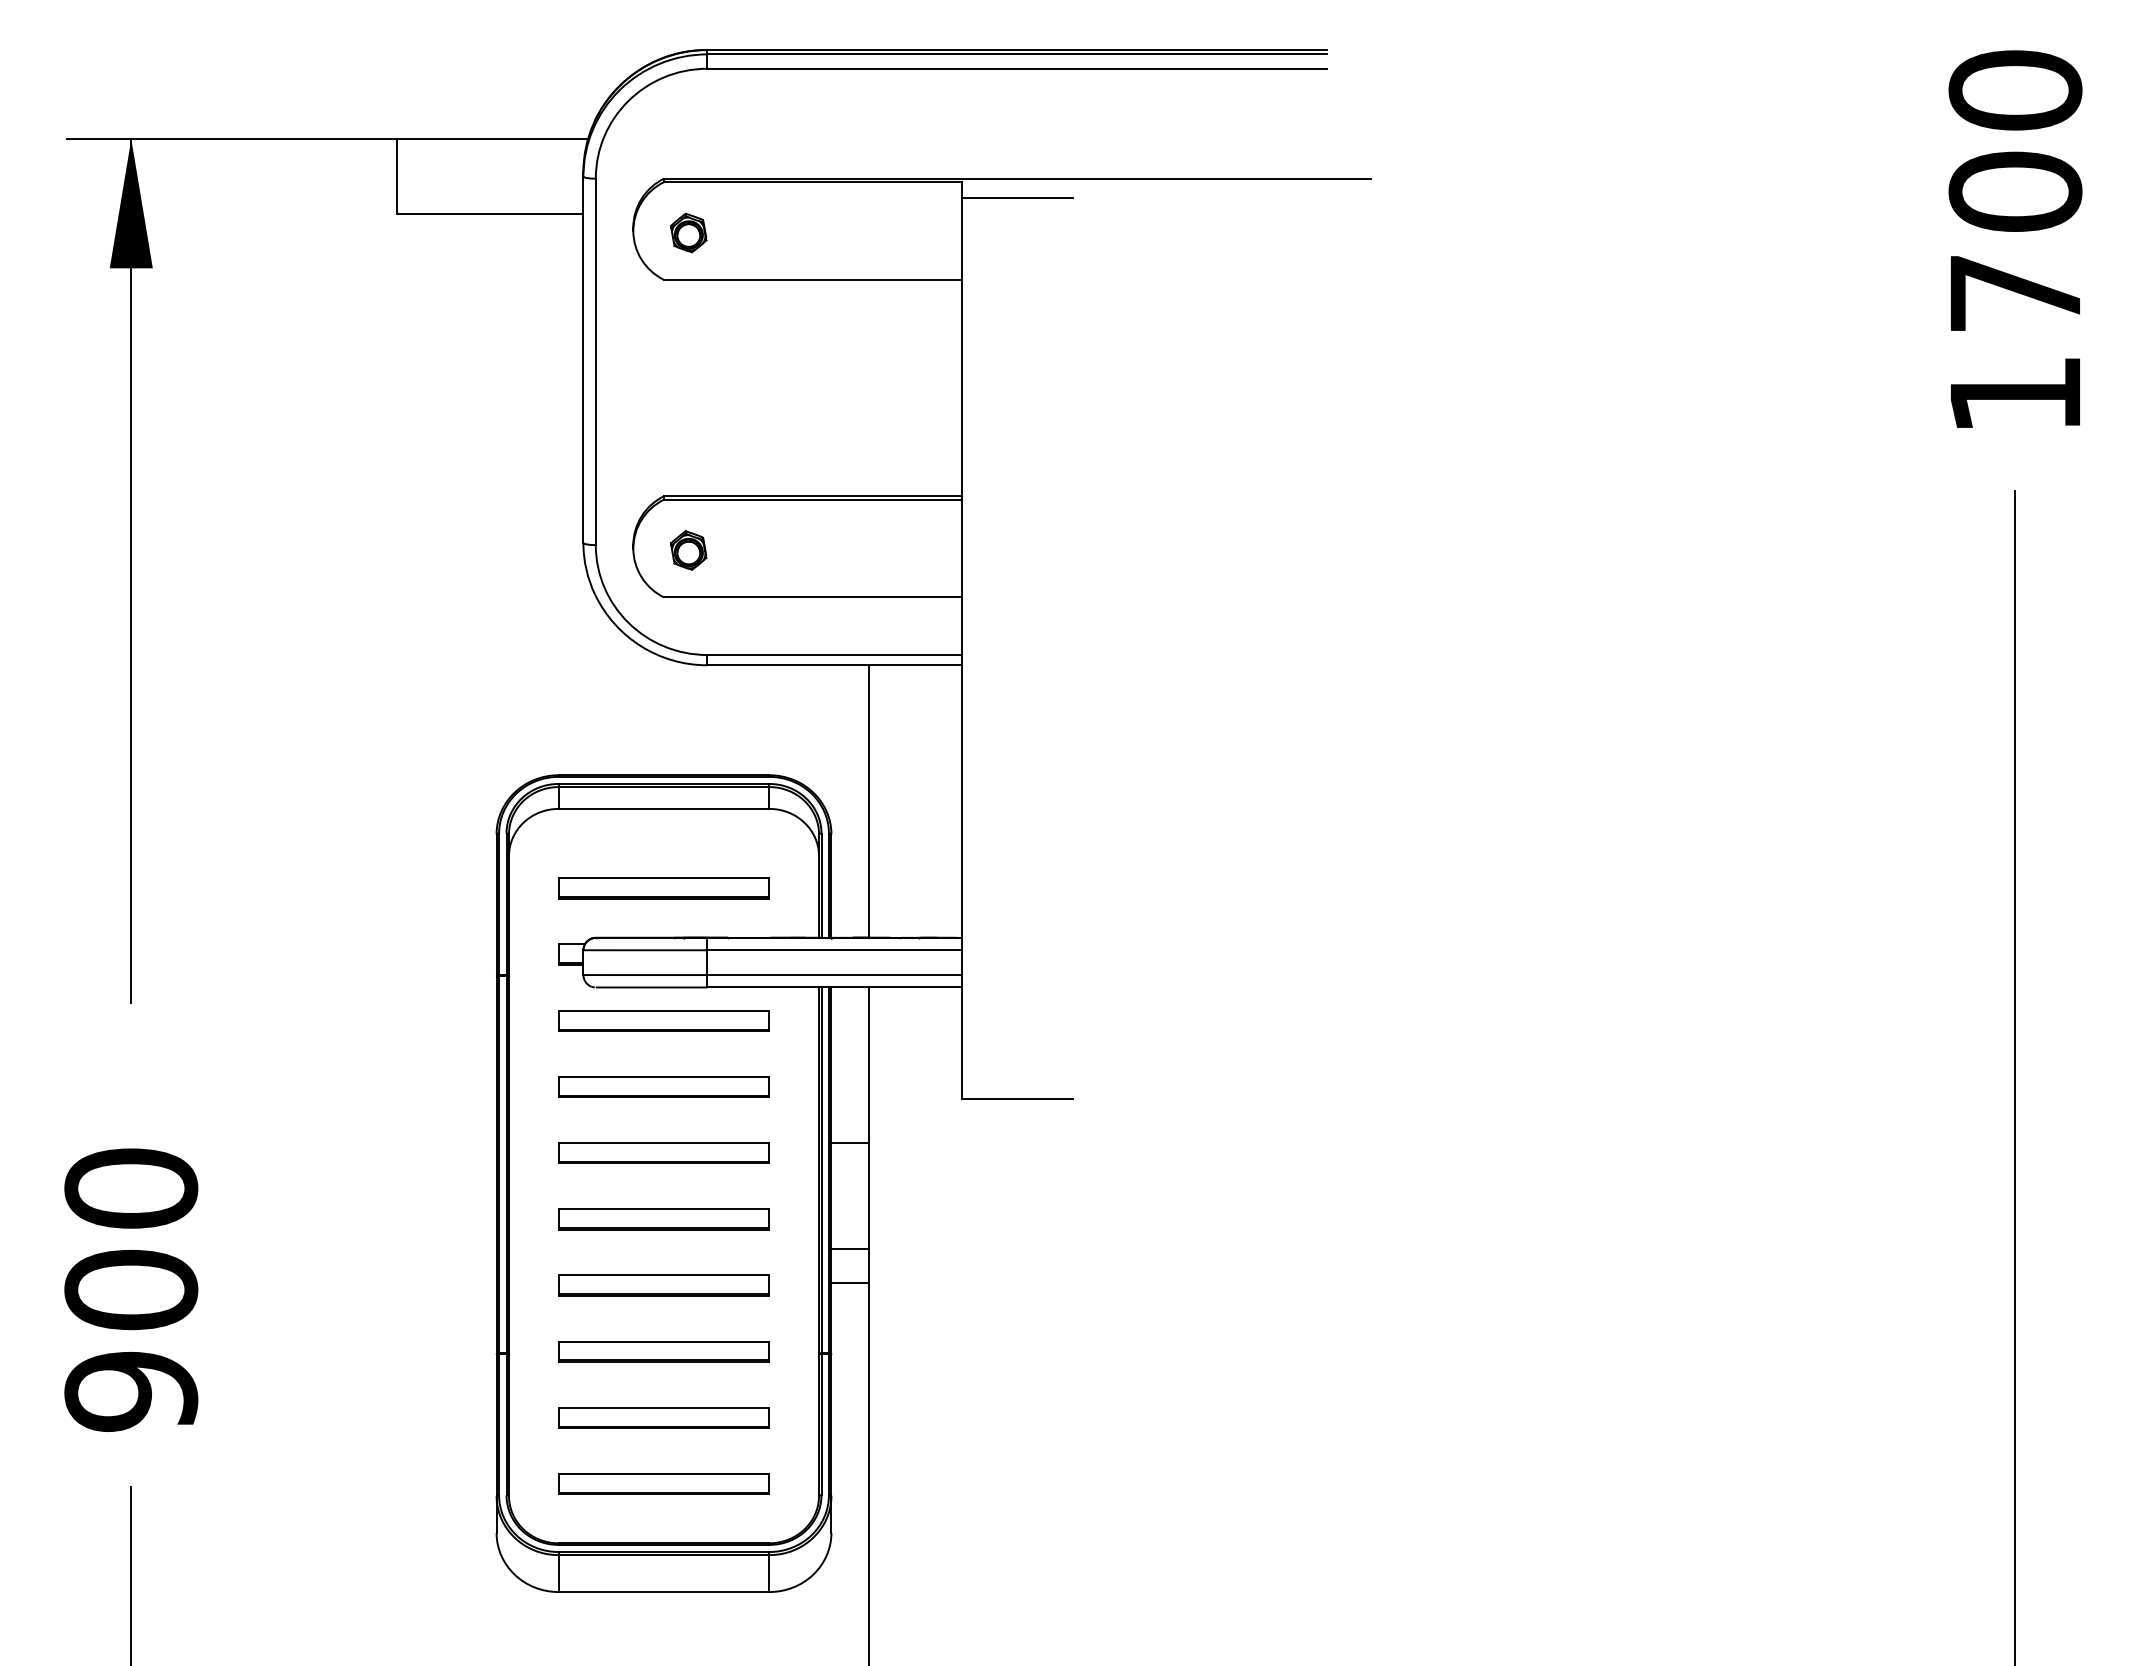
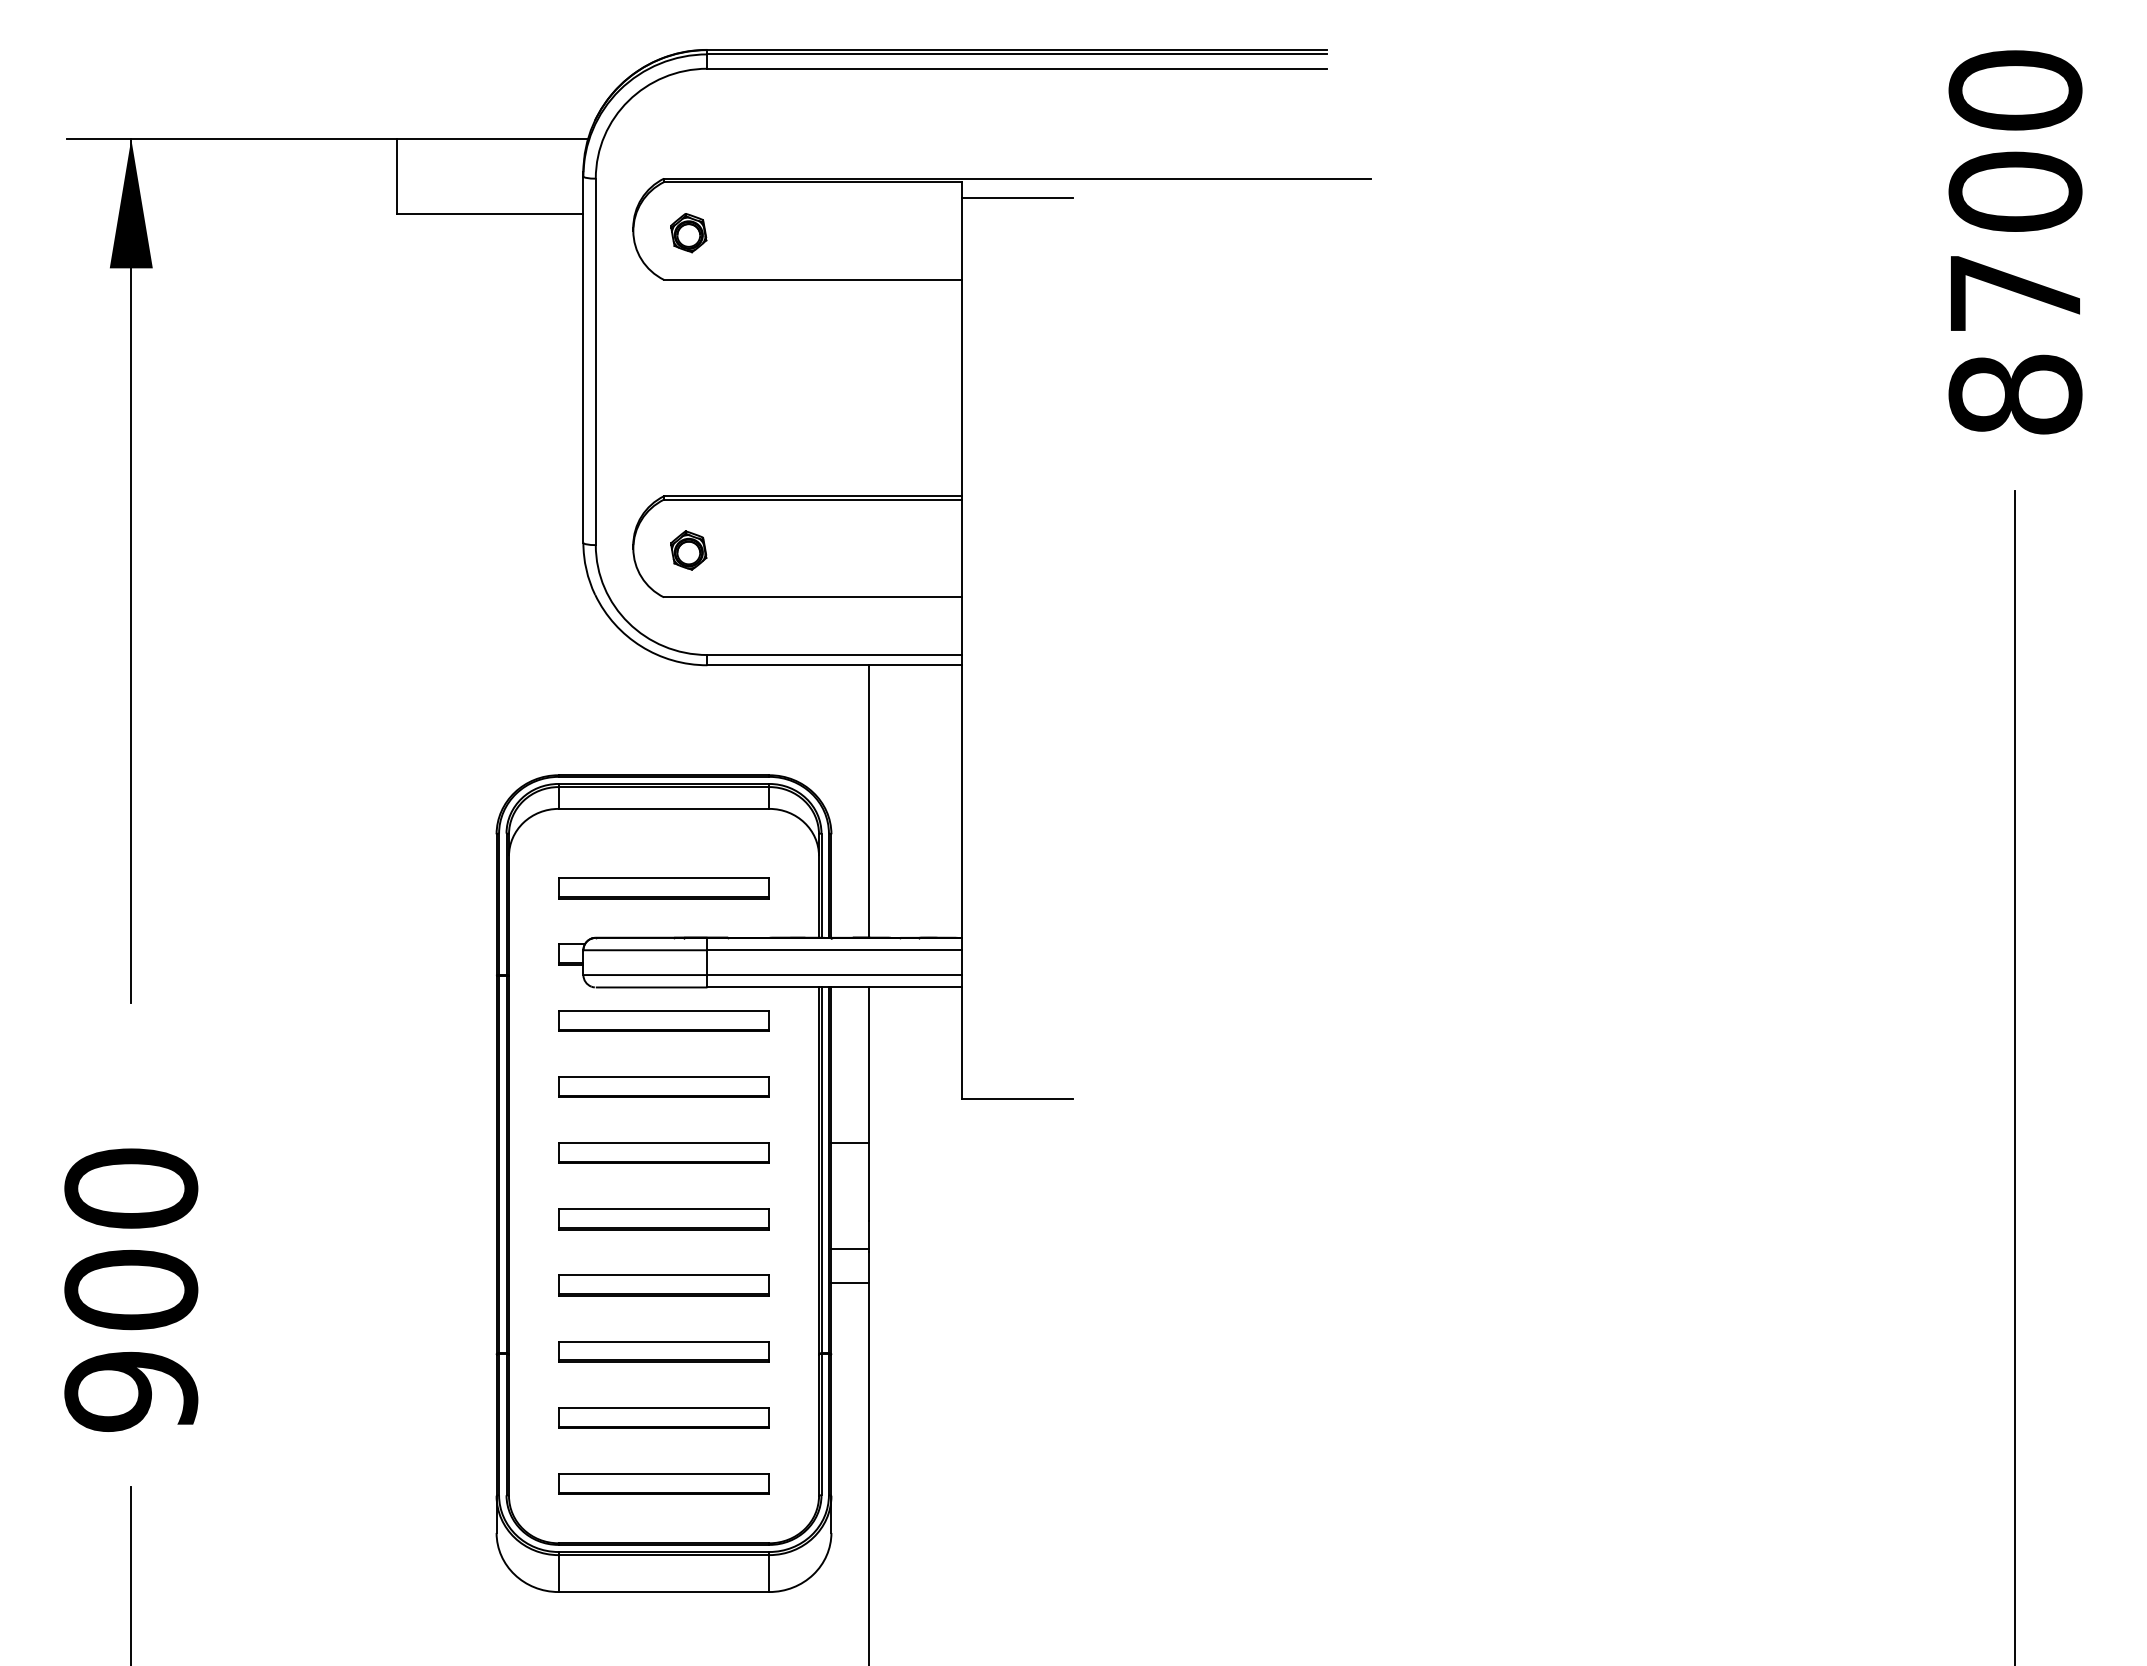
text at (2015, 394): 1700 -> 8700
